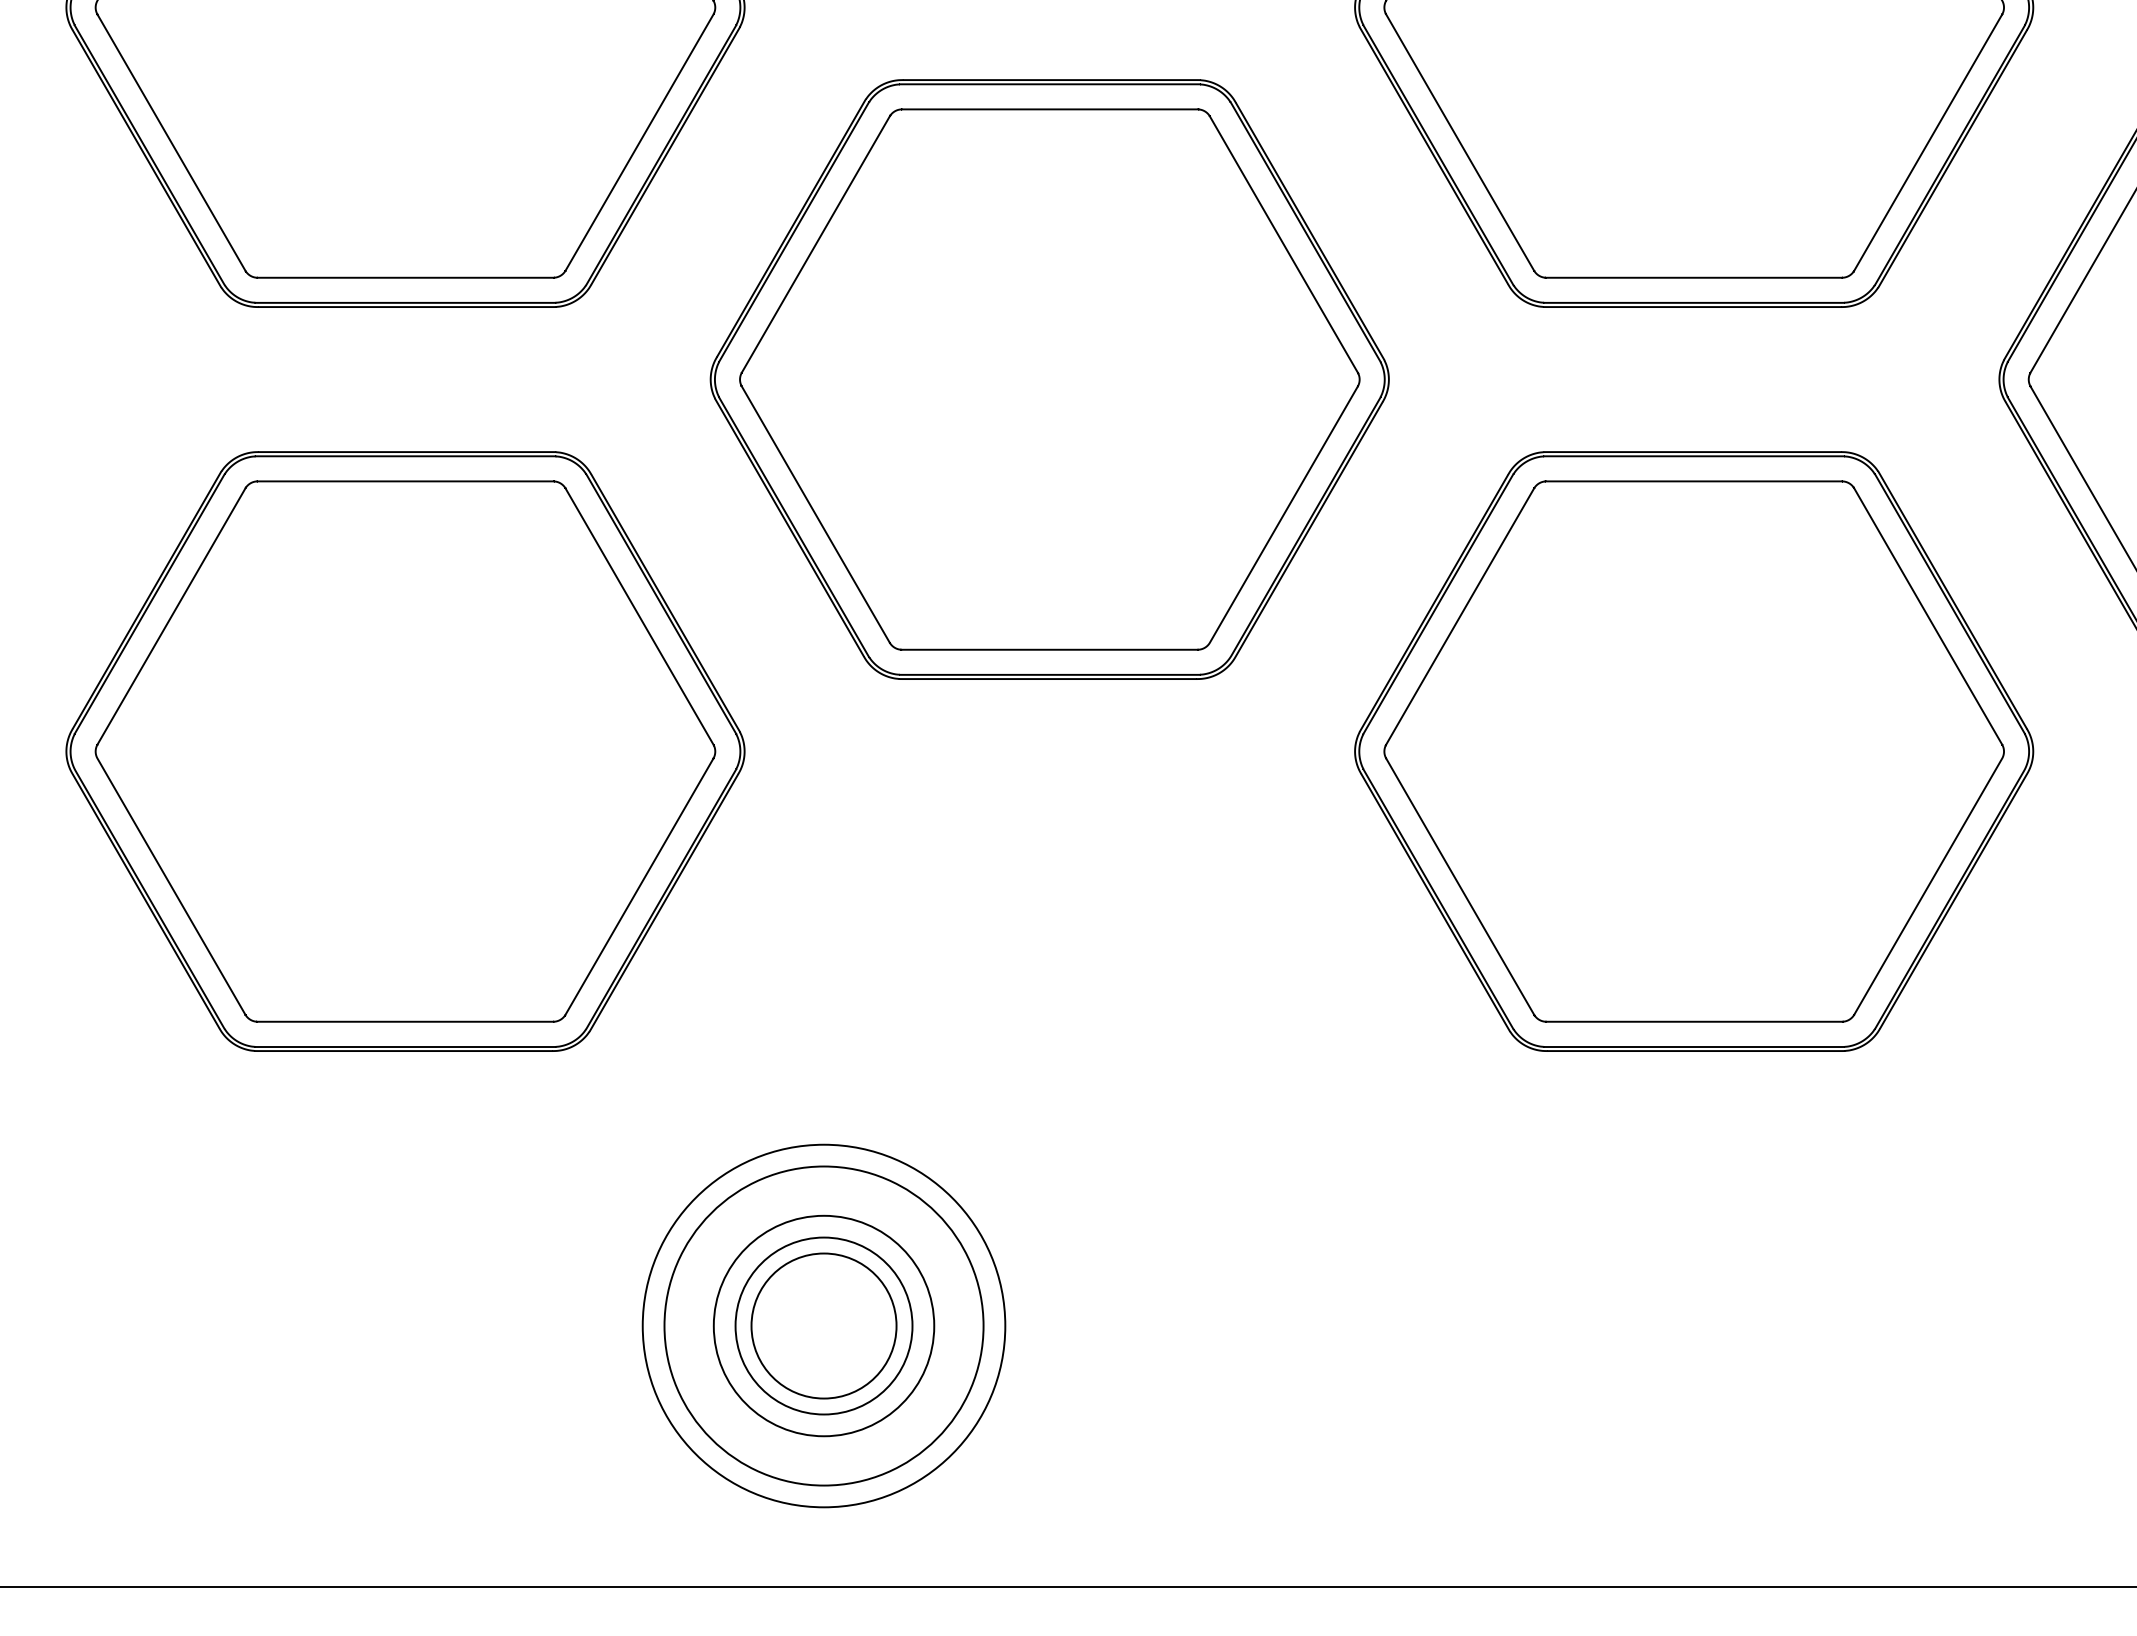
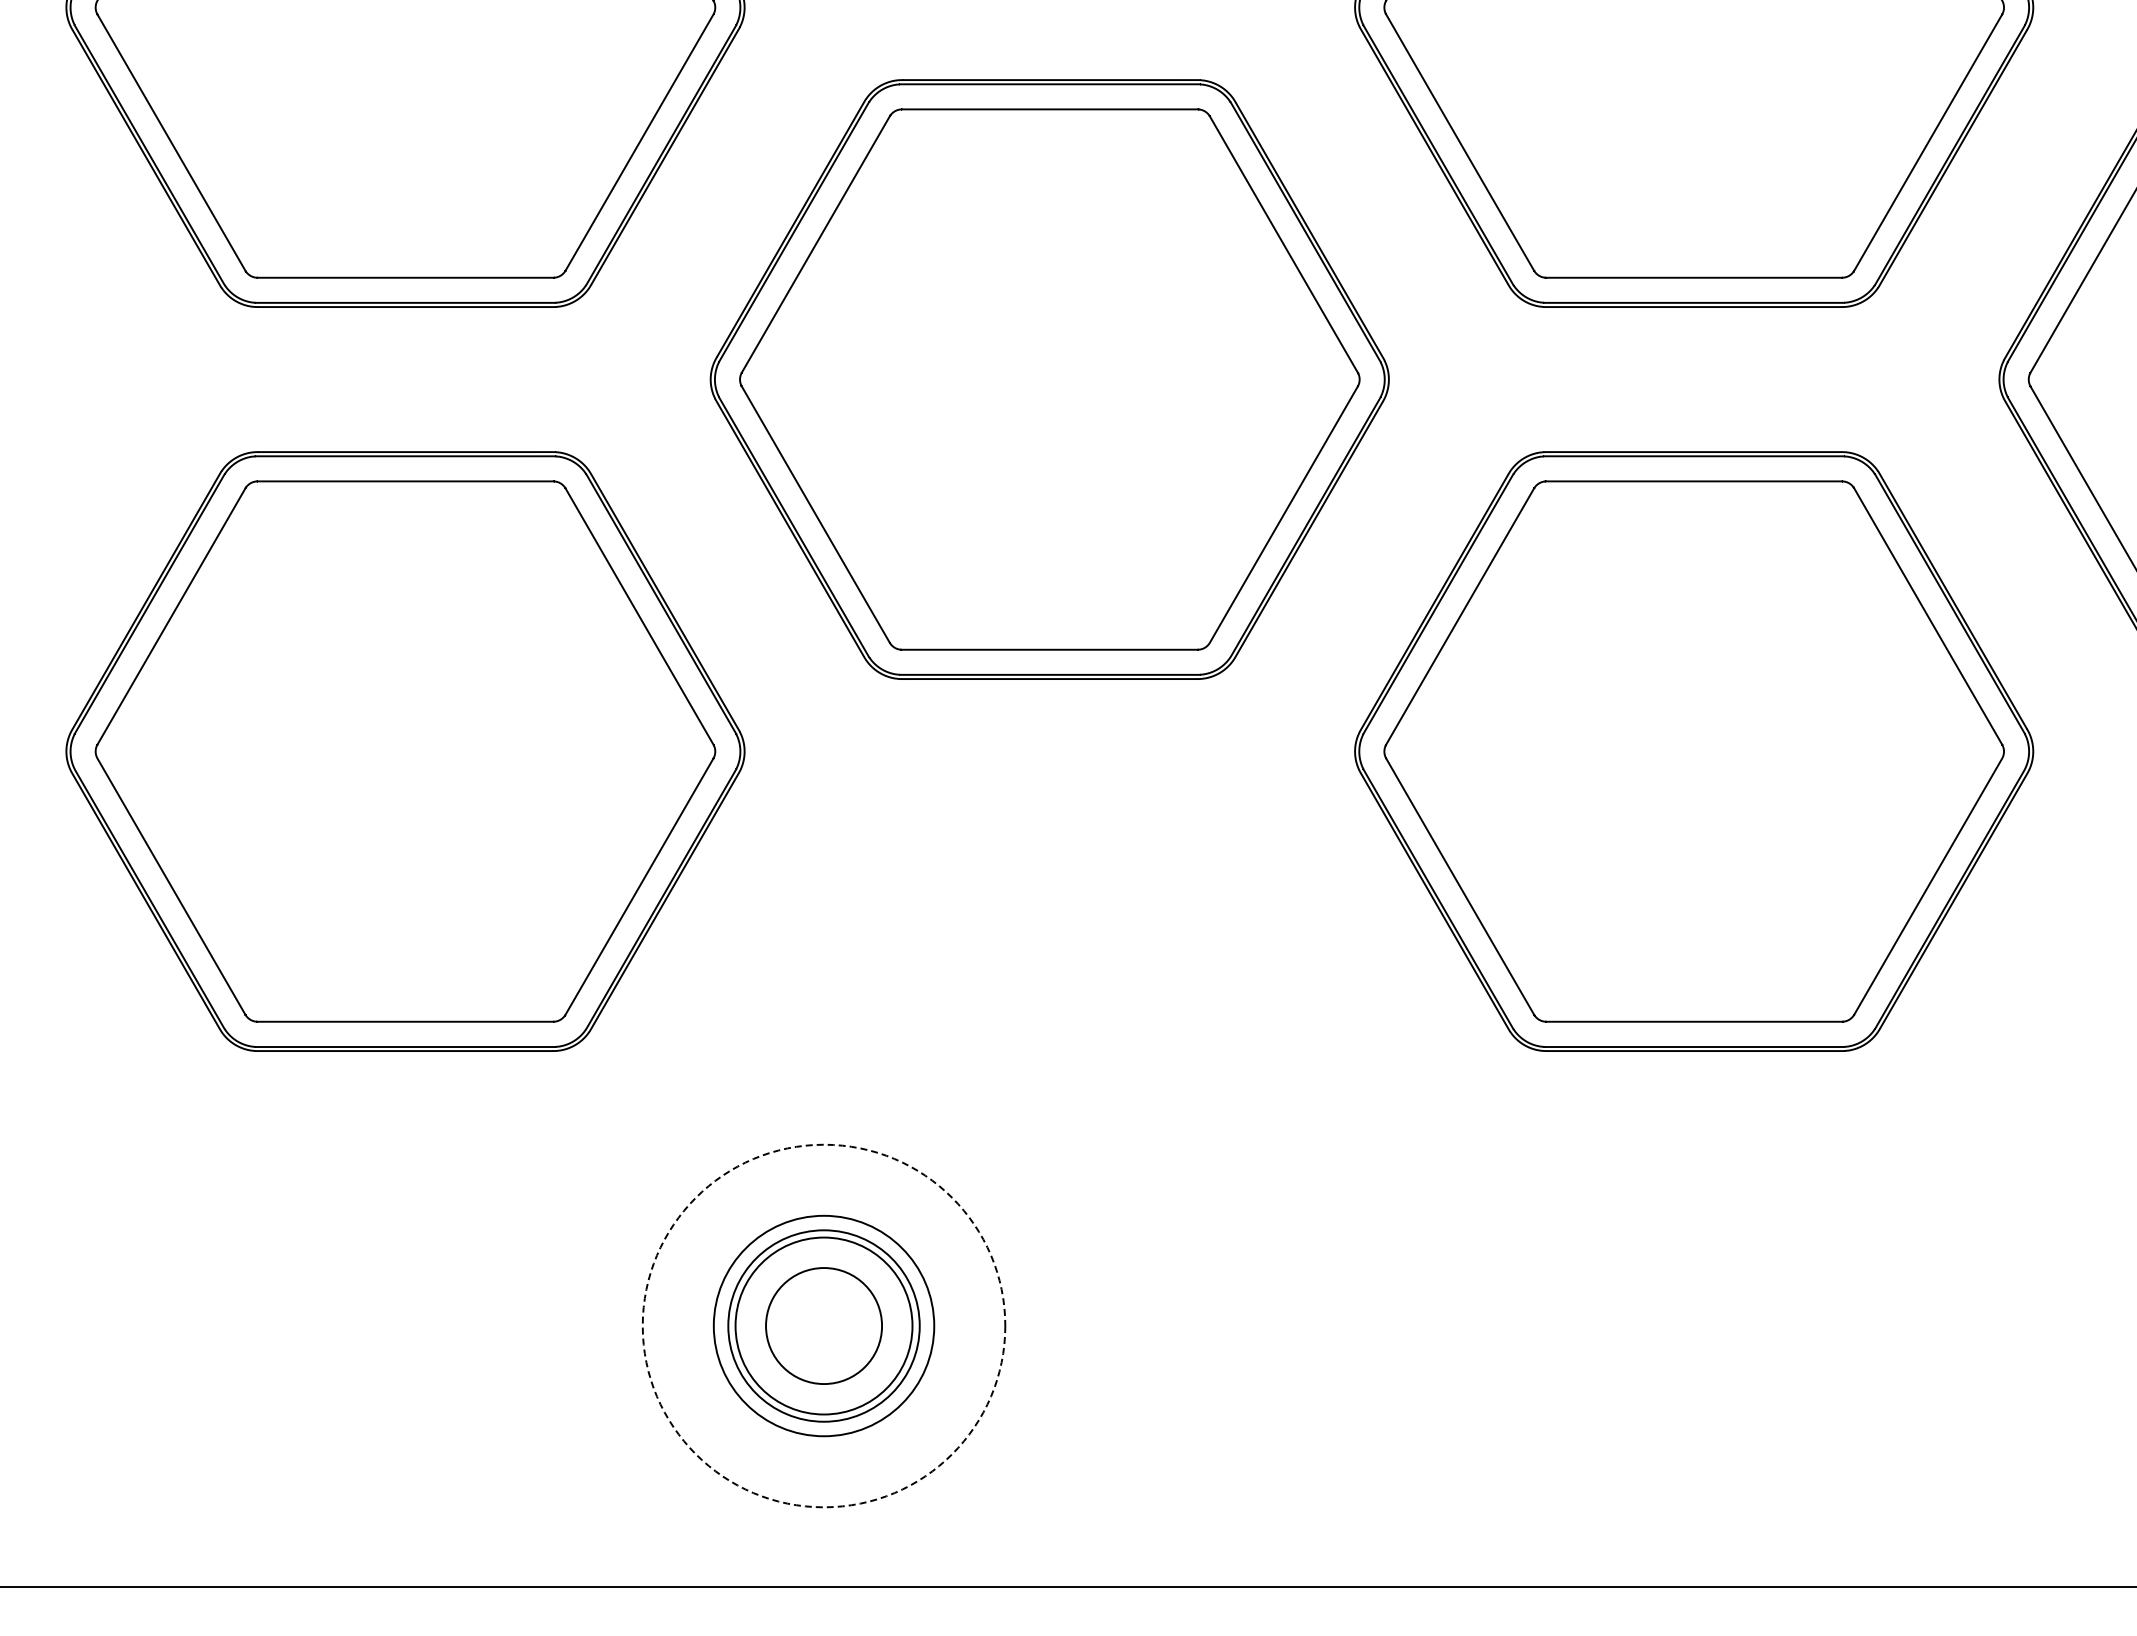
circle at (823, 1325) diameter: 145 px -> 116 px
circle at (823, 1325) diameter: 319 px -> 191 px
circle at (823, 1325): solid -> dashed
